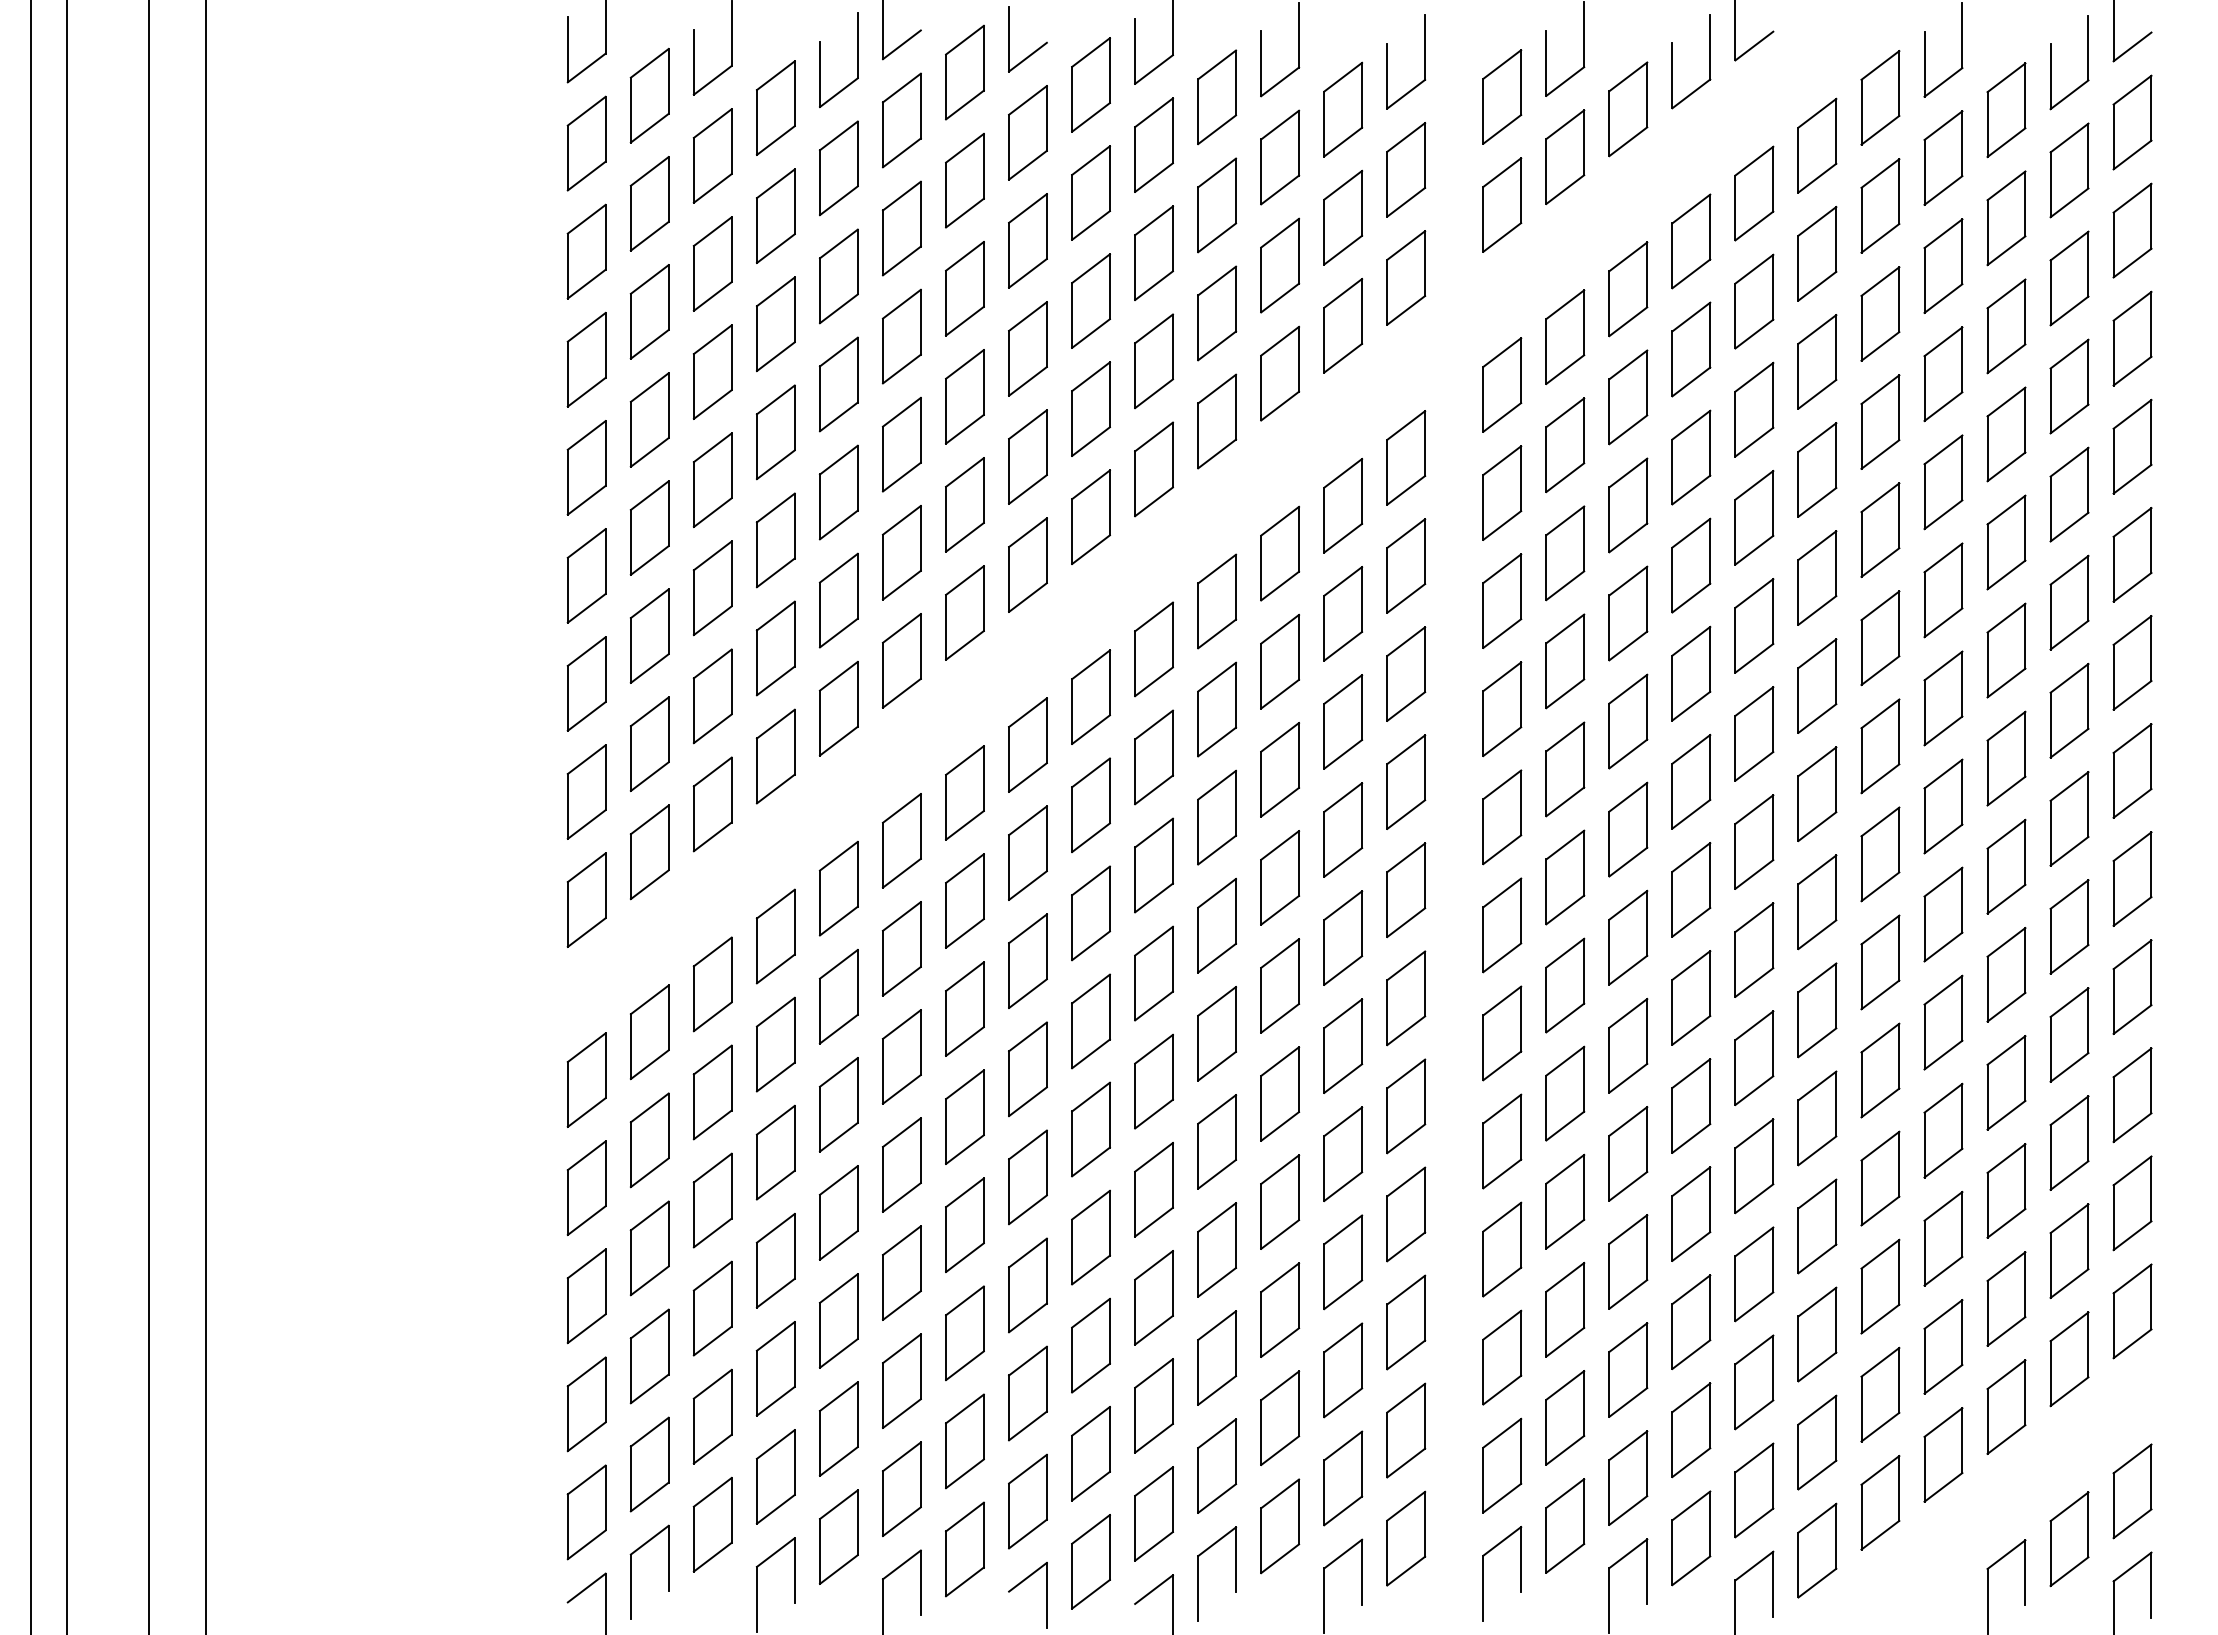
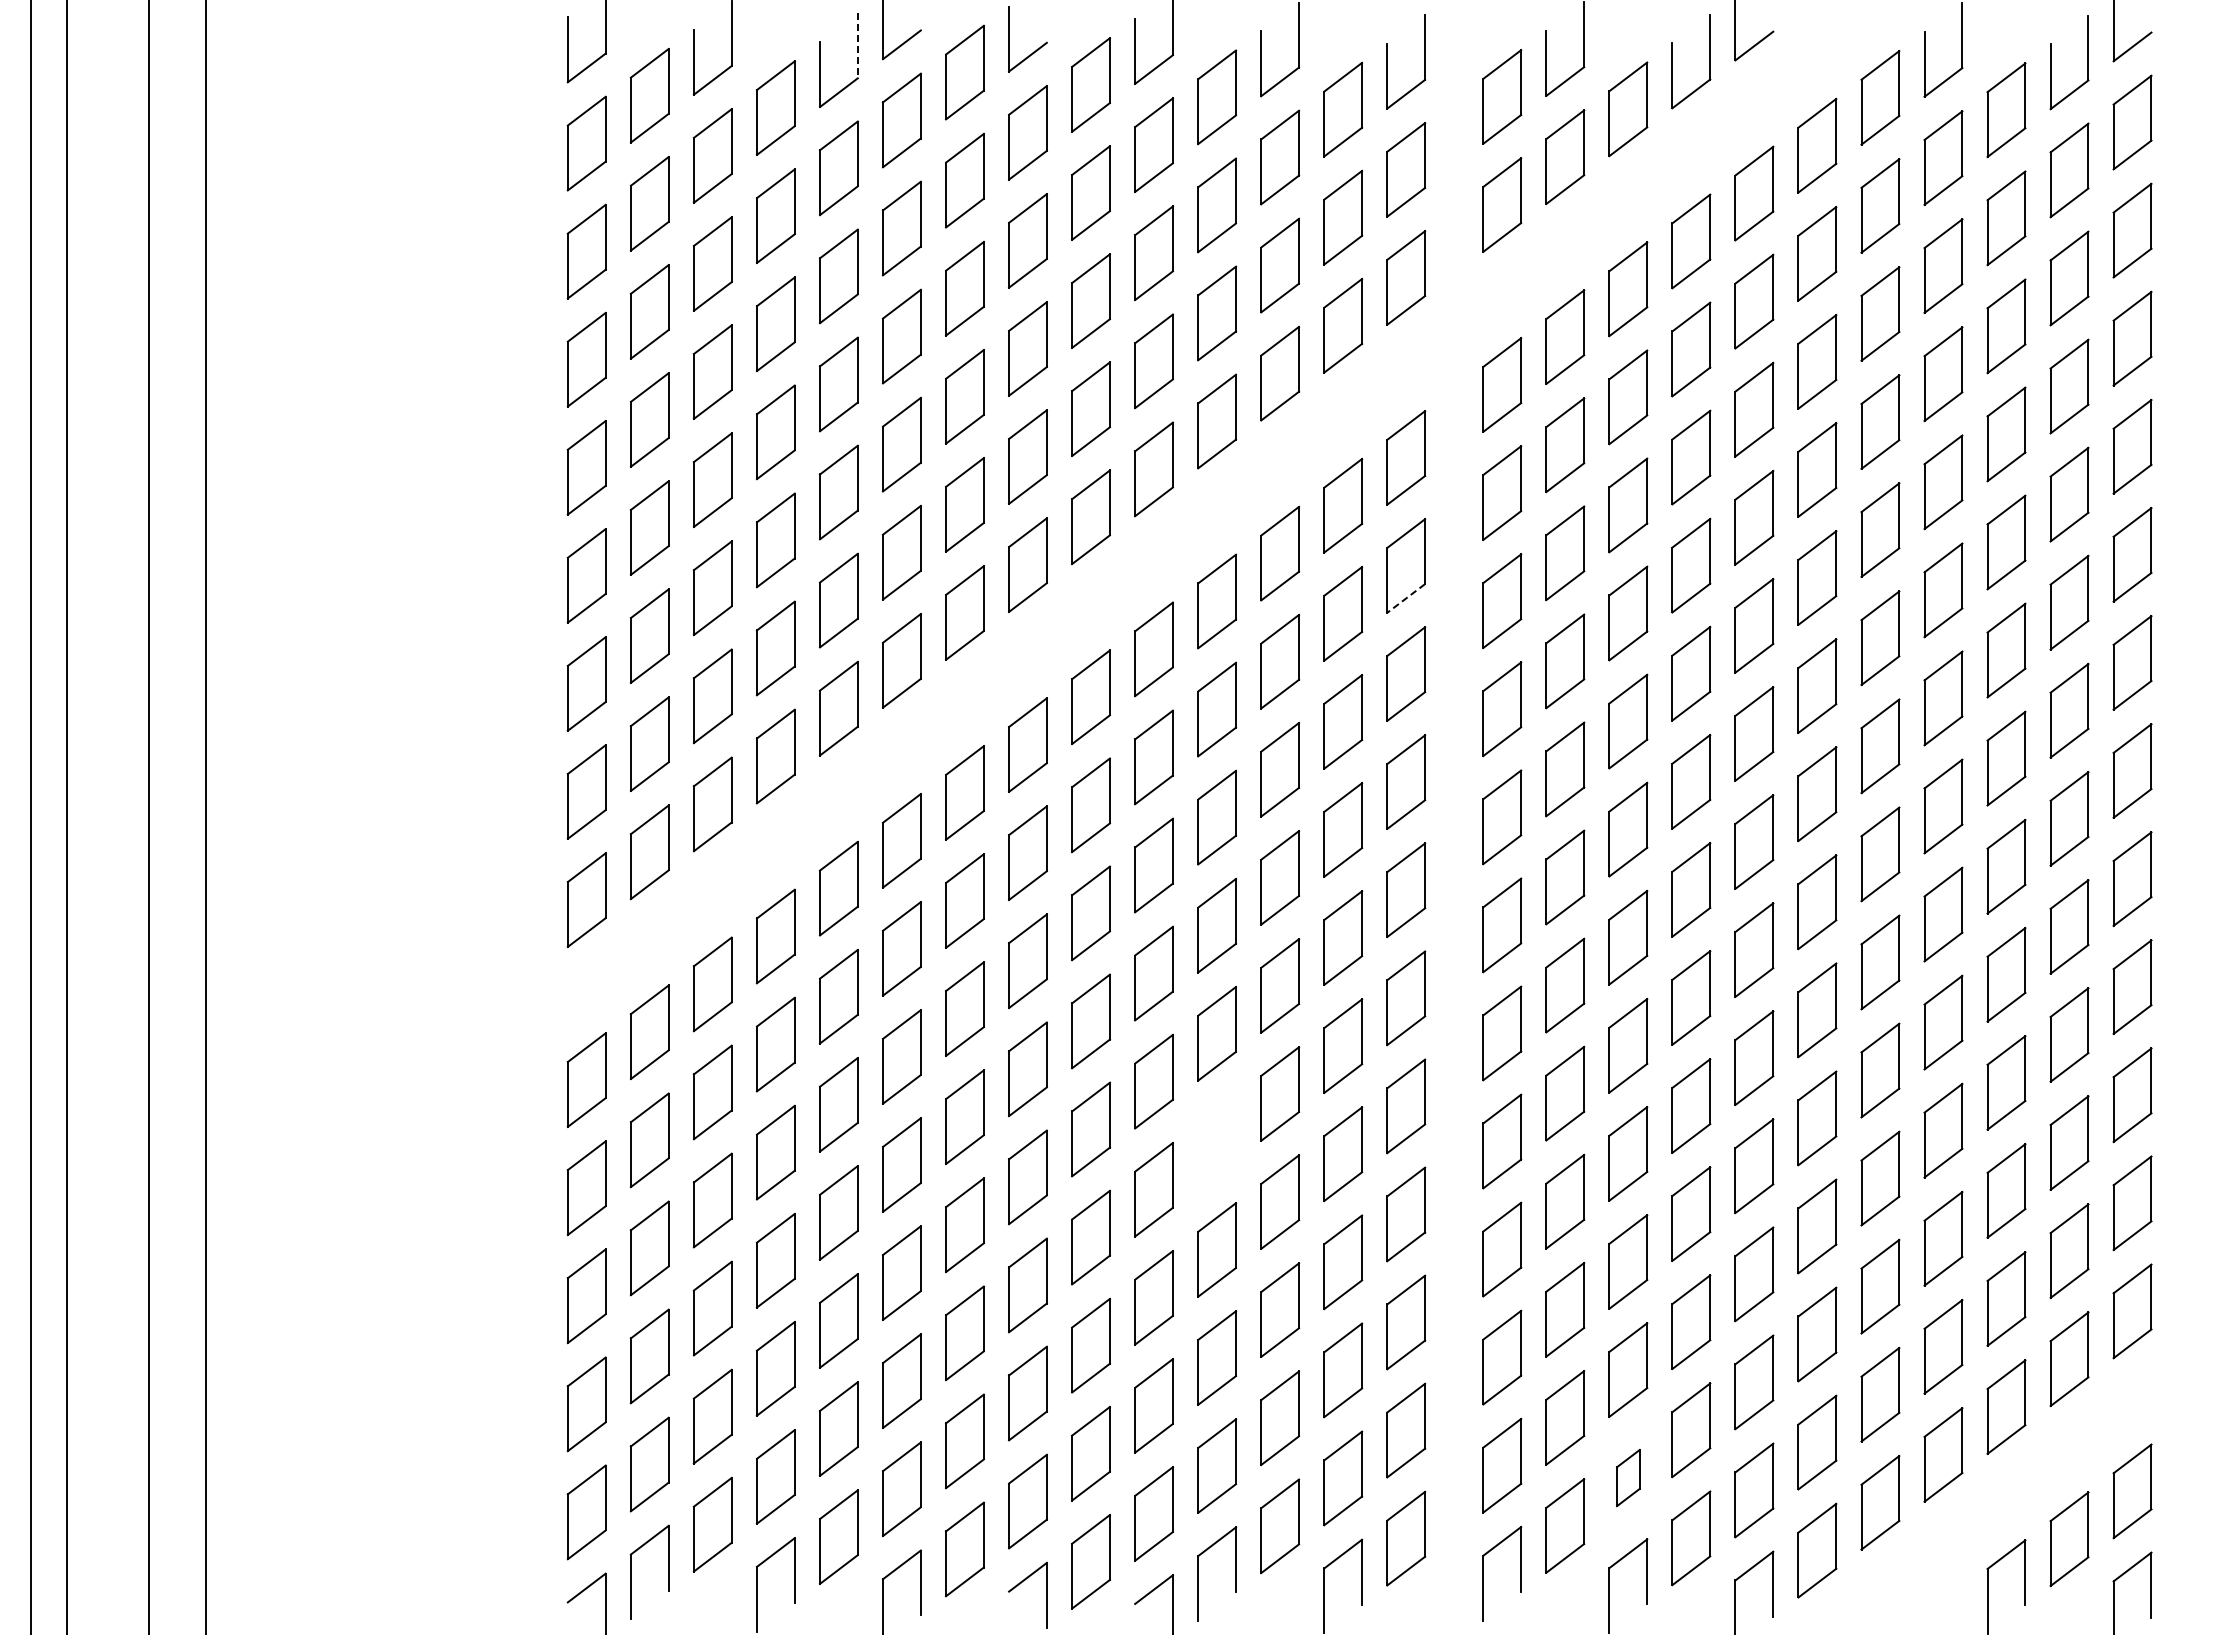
line at (857, 46): solid -> dashed
line at (1406, 598): solid -> dashed
part at (1217, 1141): present -> none
part at (1628, 1477) size: 41x96 px -> 25x59 px
